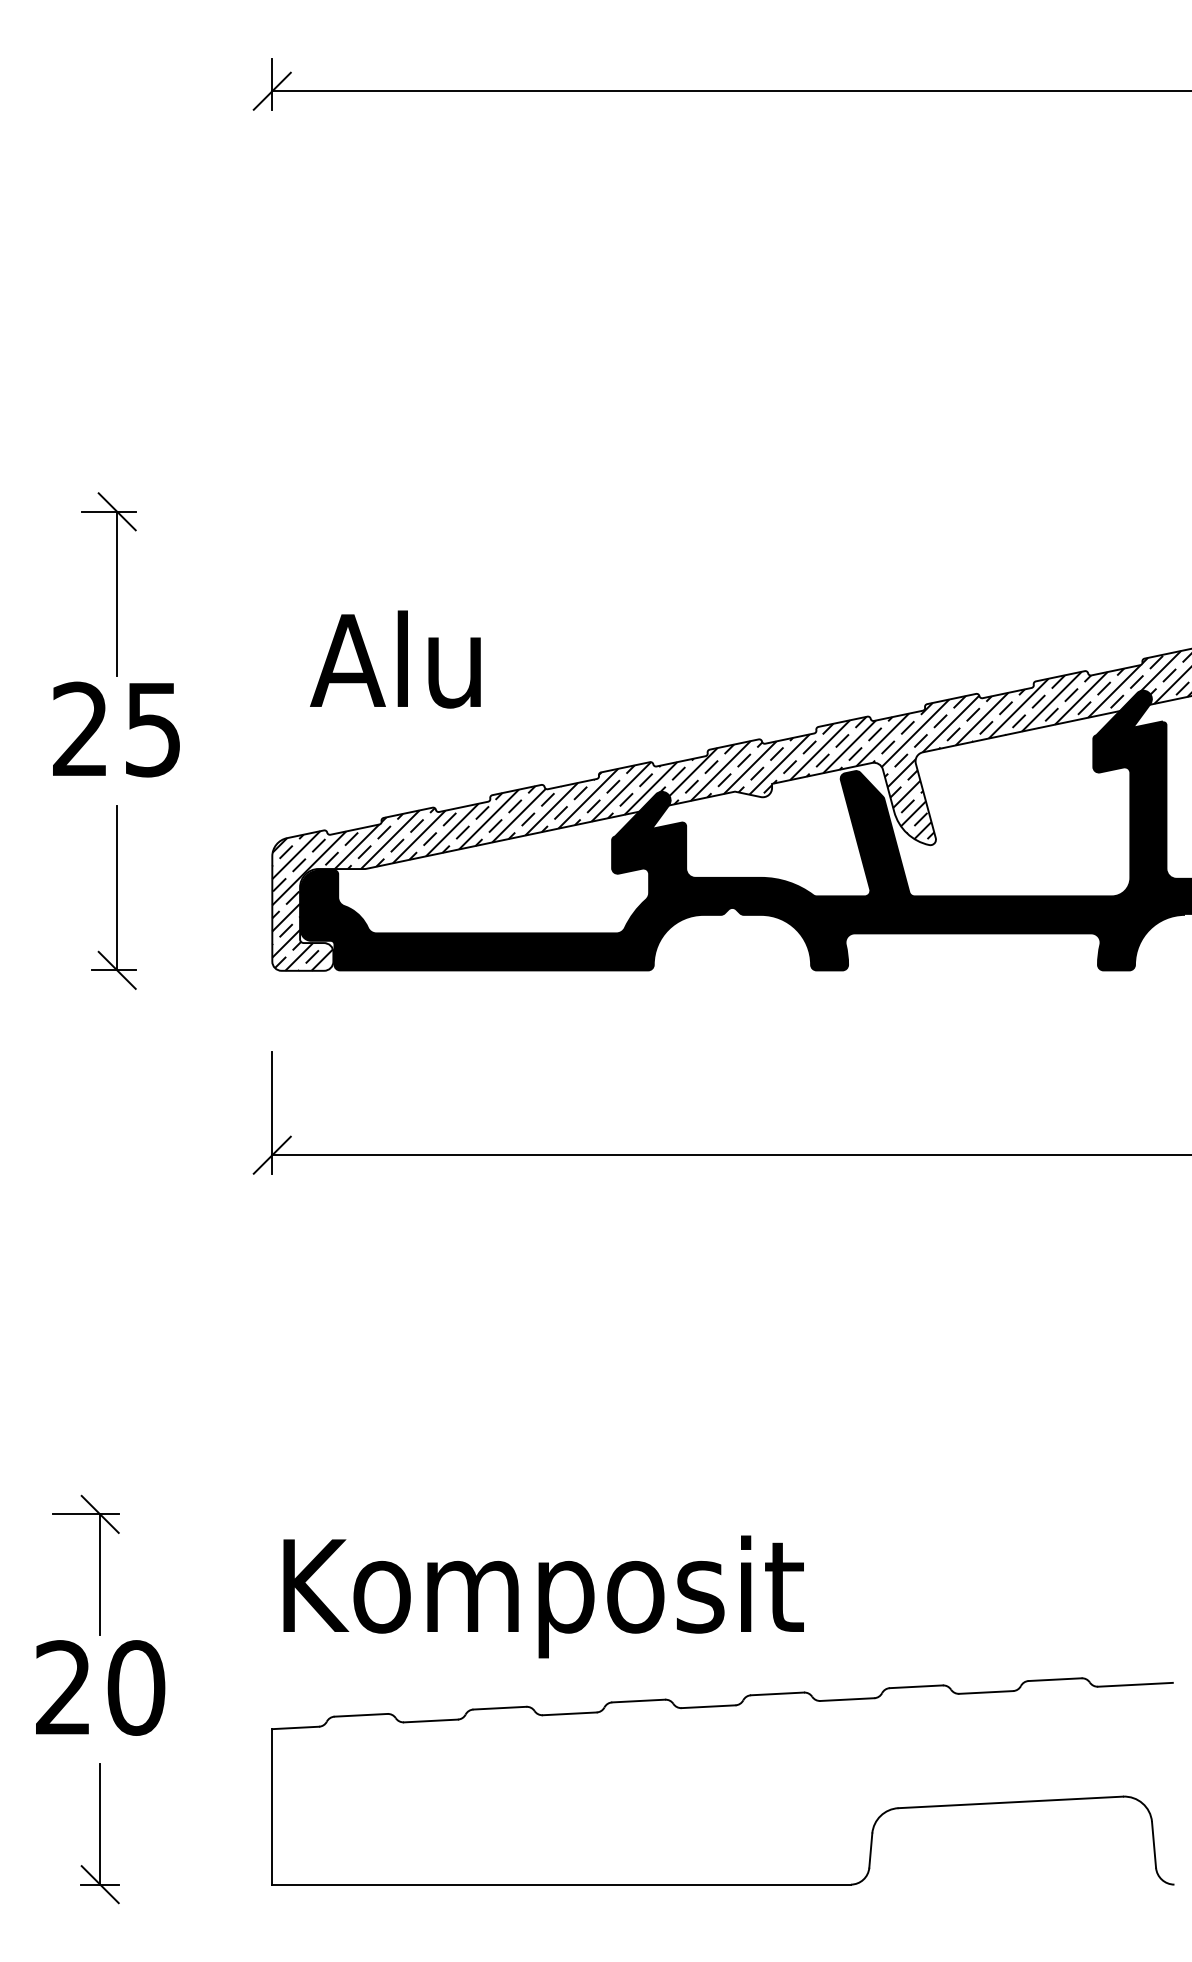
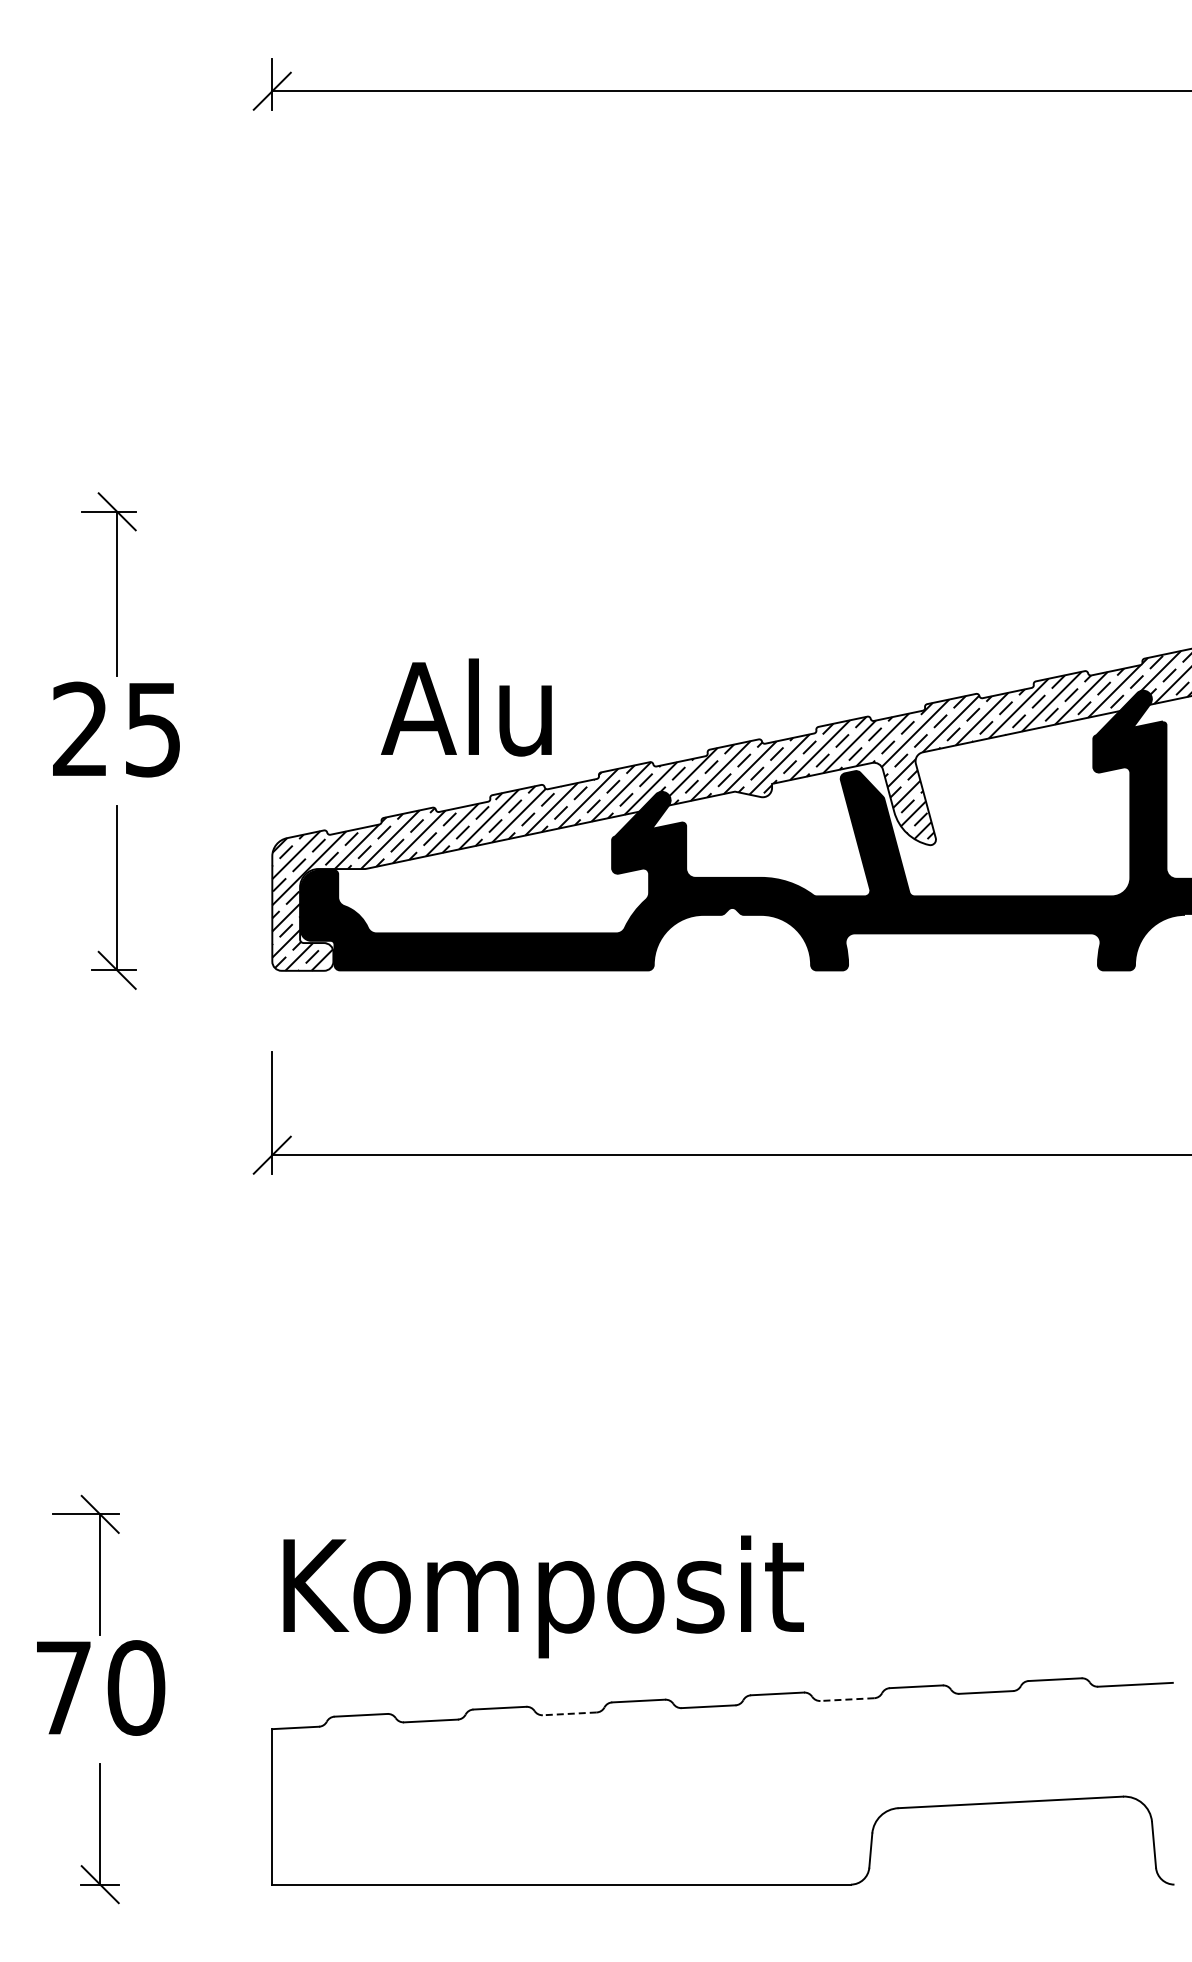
text at (395, 659) position: (395, 659) -> (466, 707)
text at (63, 1687): 20 -> 70
line at (847, 1699): solid -> dashed
line at (569, 1713): solid -> dashed
